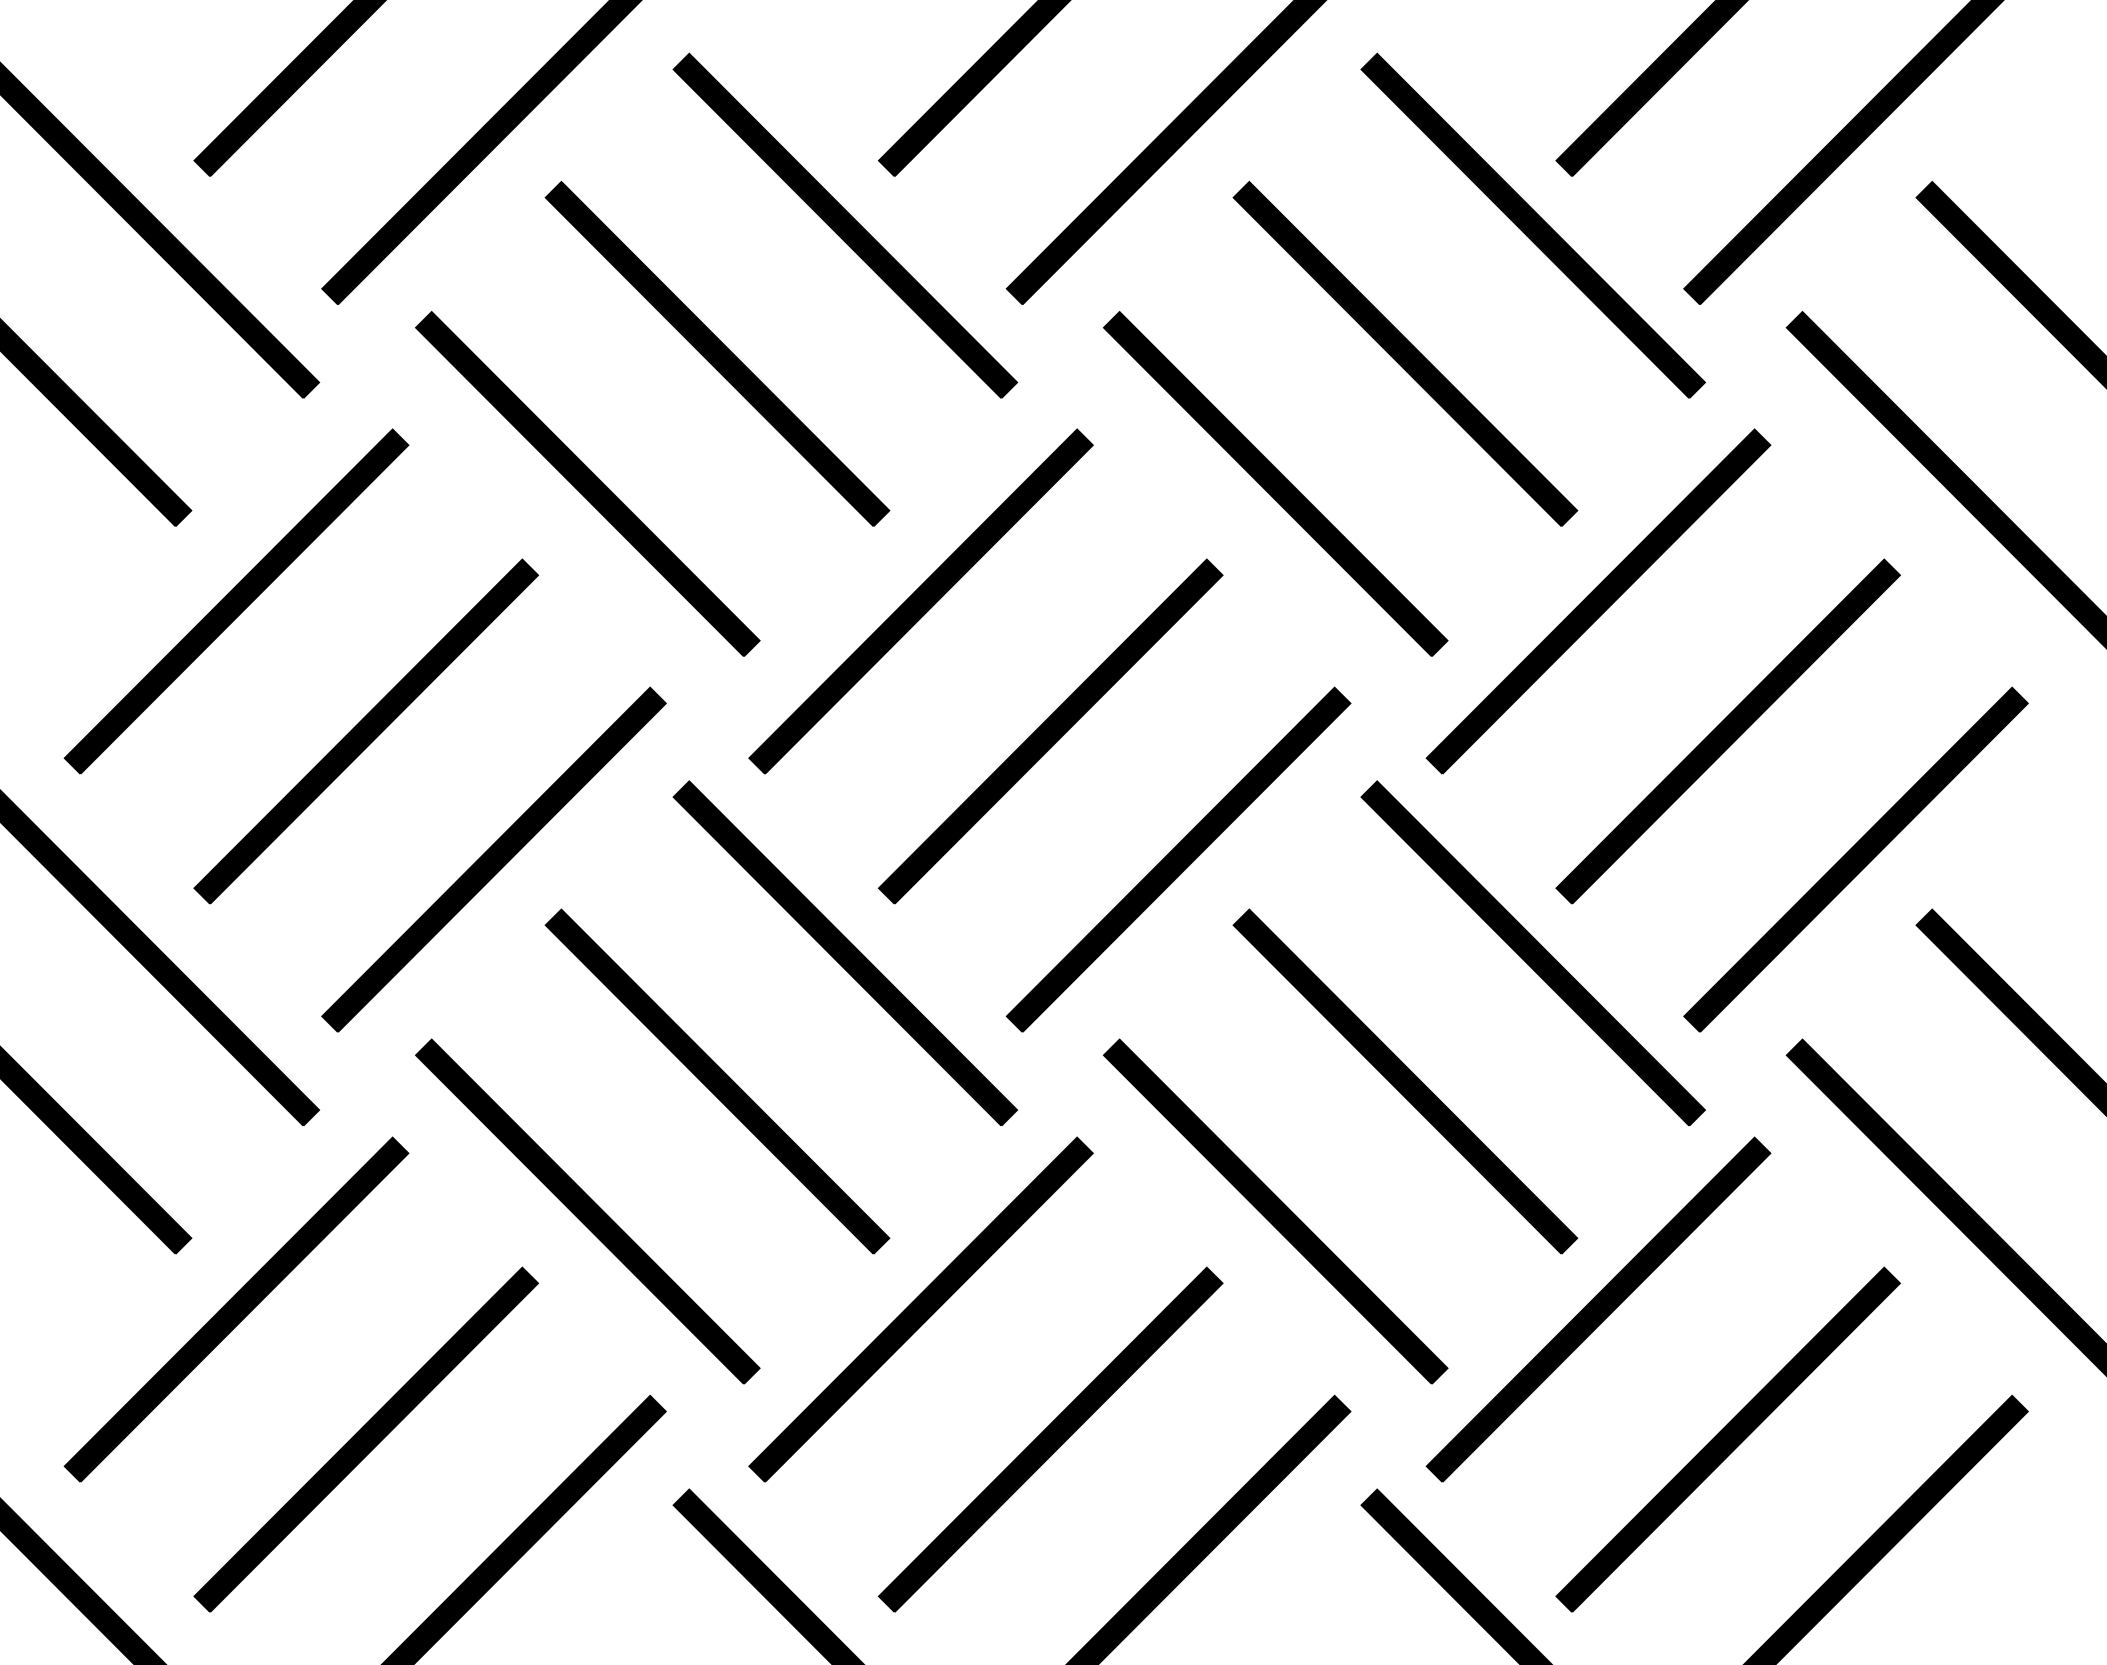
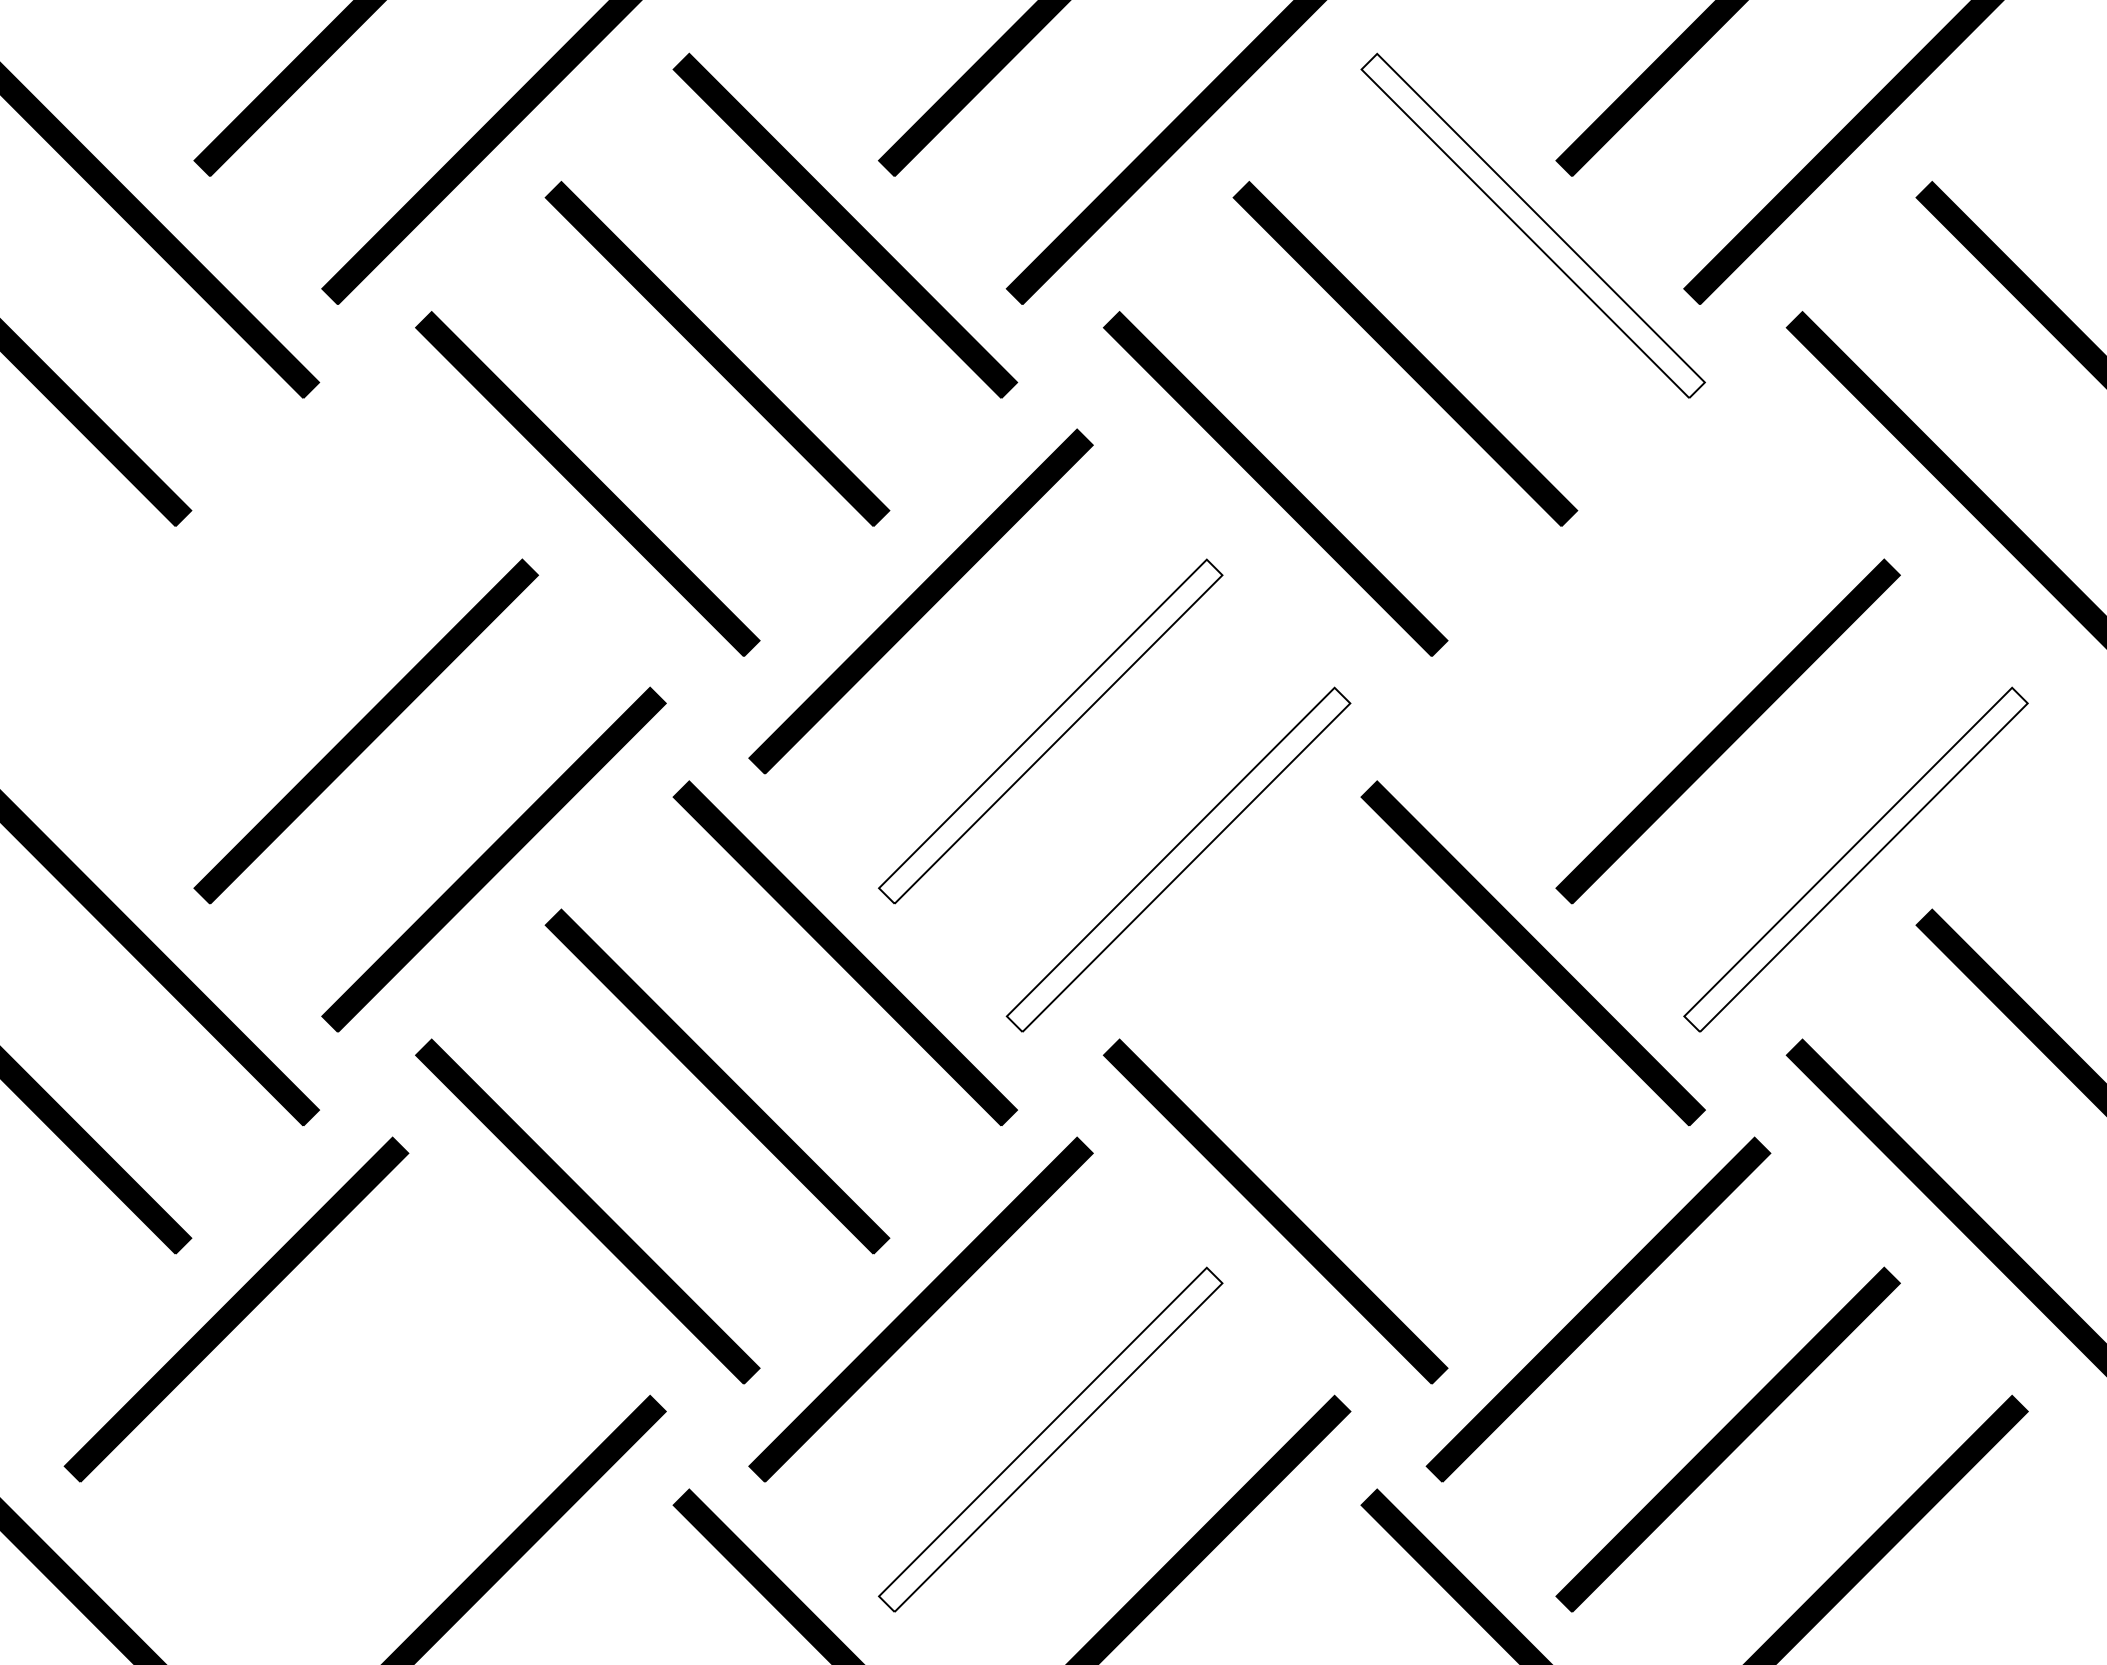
fill at (1532, 225): present -> none
part at (236, 601): present -> none
part at (1598, 601): present -> none
fill at (1050, 731): present -> none
fill at (1178, 859): present -> none
fill at (1855, 859): present -> none
part at (1405, 1081): present -> none
part at (365, 1439): present -> none
fill at (1050, 1439): present -> none
